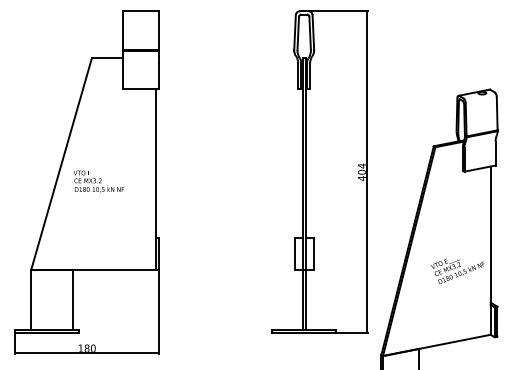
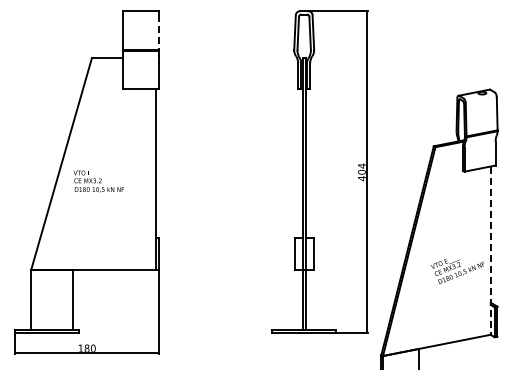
line at (158, 33): solid -> dashed
line at (490, 251): solid -> dashed
